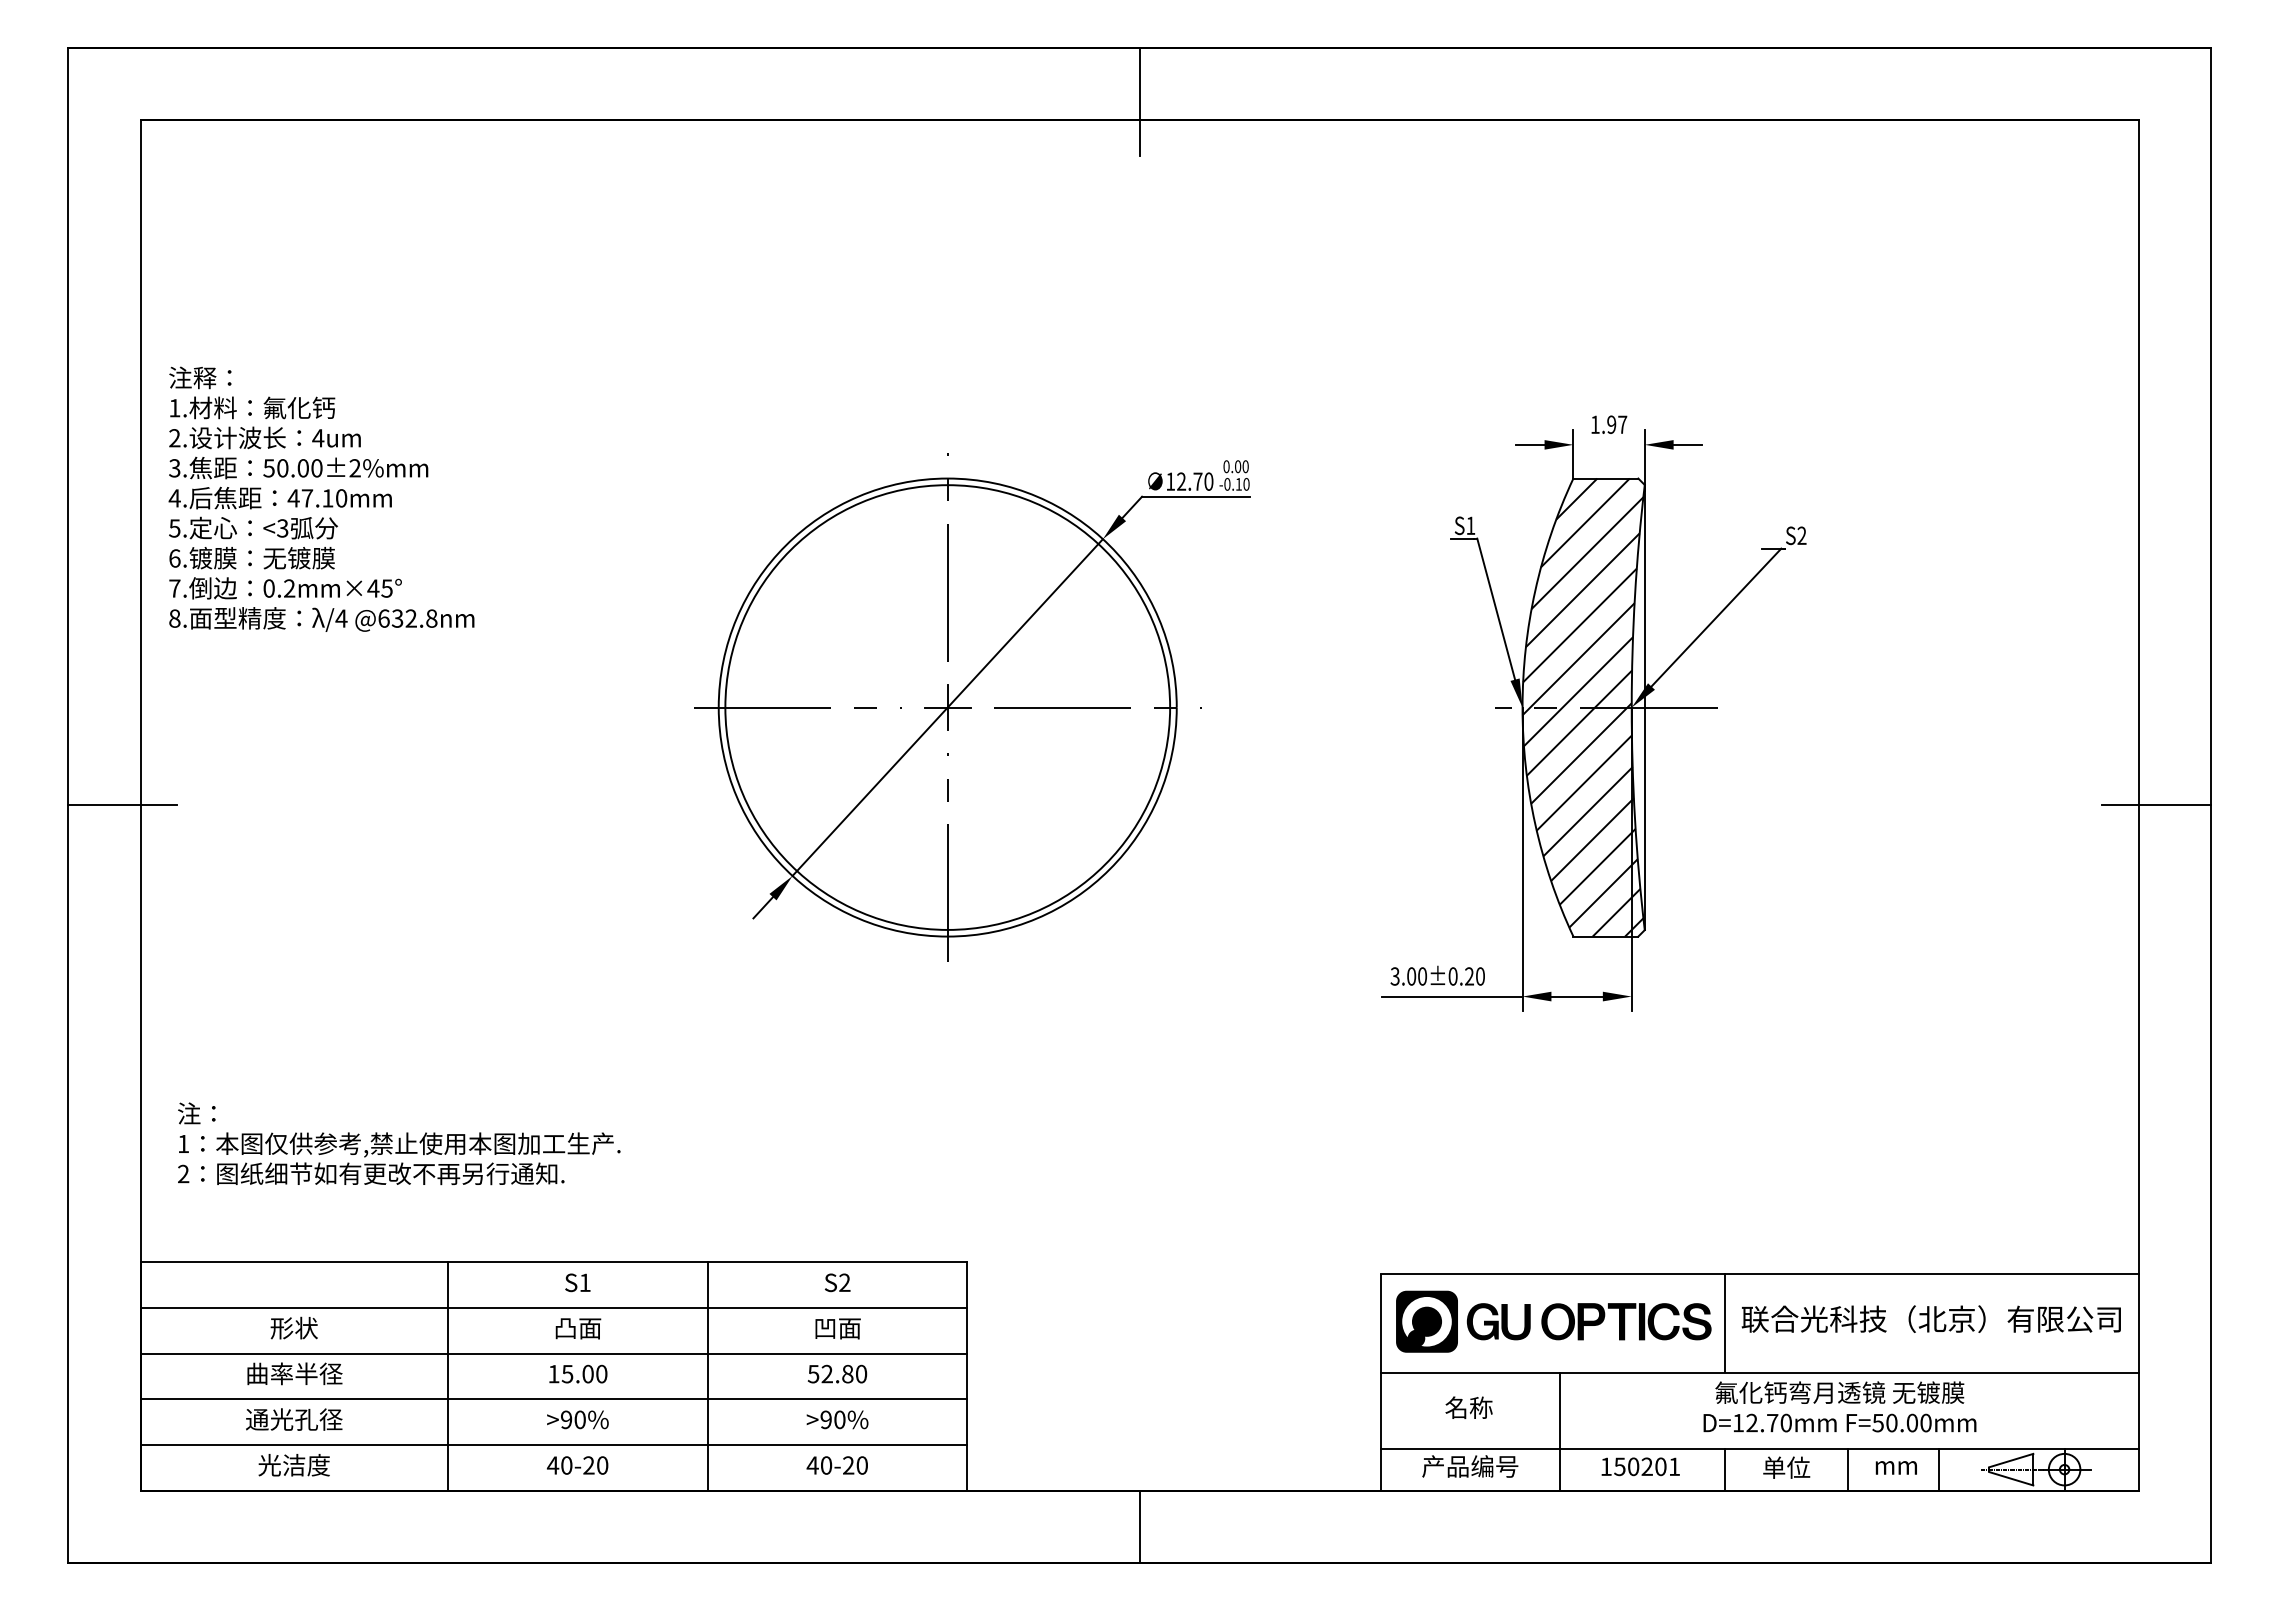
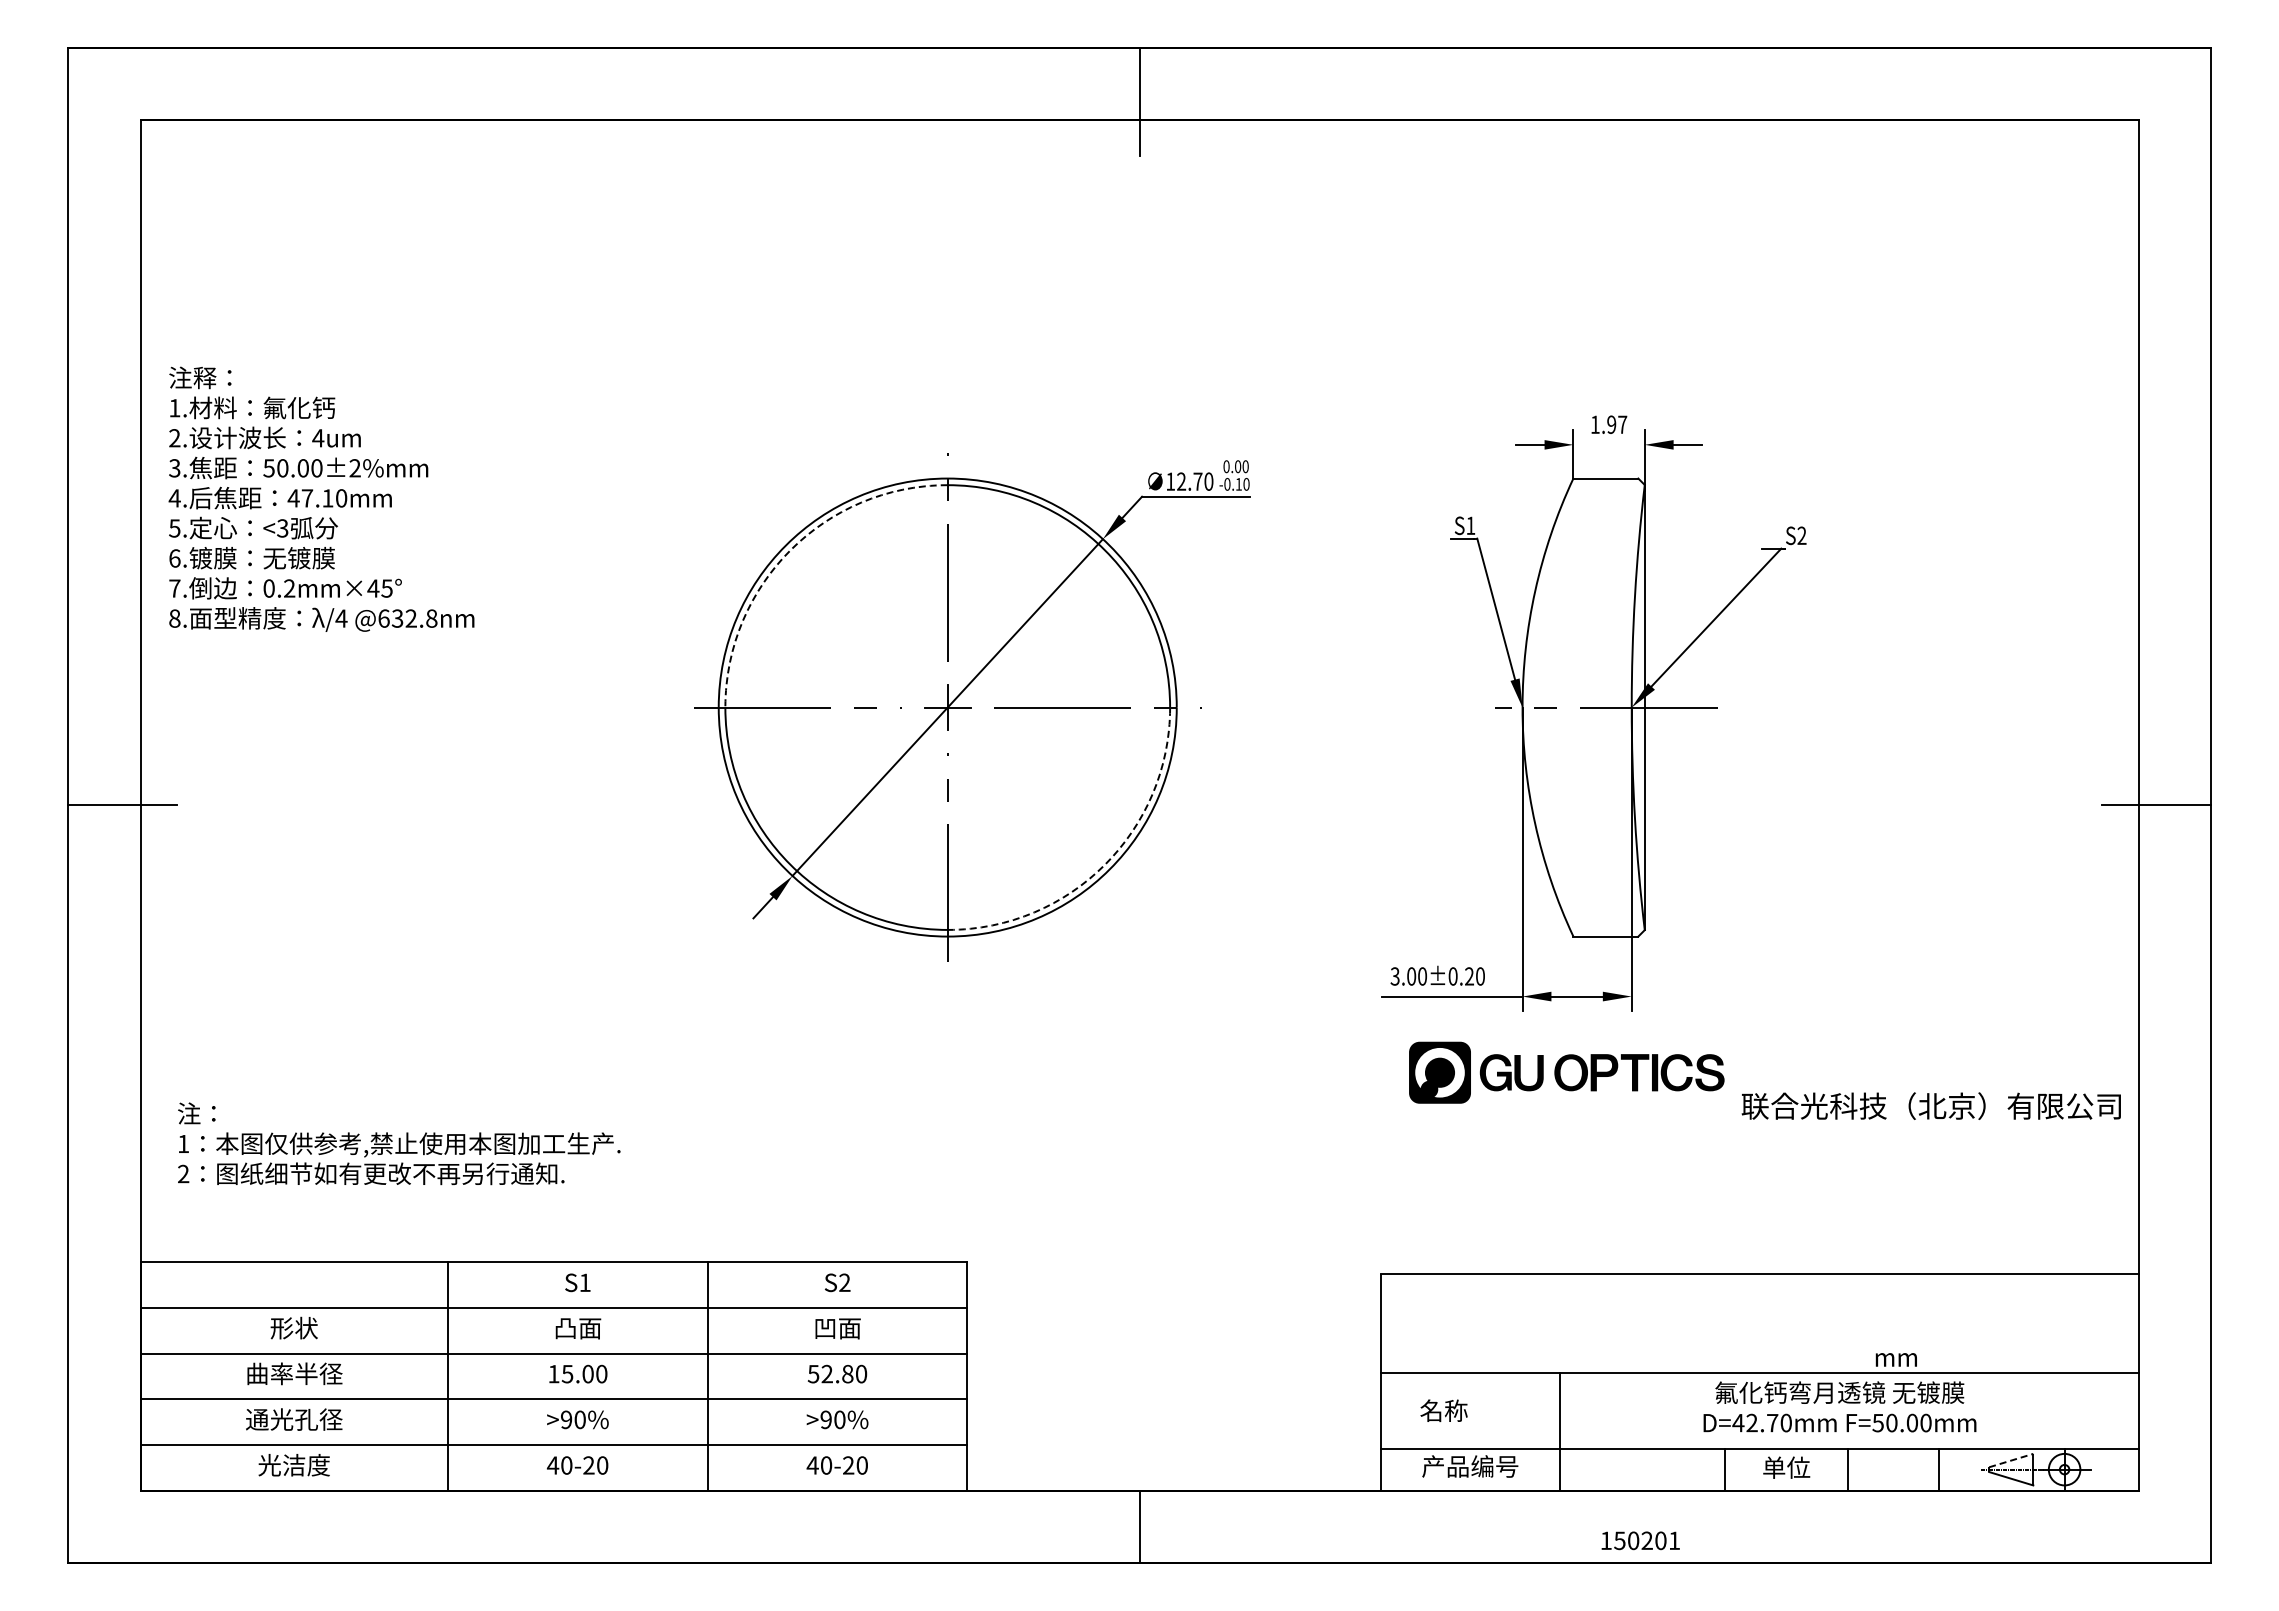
arc at (790, 550): solid -> dashed
hatch at (1583, 707): present -> none
arc at (1105, 864): solid -> dashed
text at (1930, 1318) position: (1930, 1318) -> (1930, 1105)
part at (1553, 1321) position: (1553, 1321) -> (1566, 1072)
line at (1724, 1323): present -> none
text at (1468, 1407) position: (1468, 1407) -> (1443, 1410)
text at (1738, 1423): D=12.70mm -> D=42.70mm
line at (2011, 1460): solid -> dashed
text at (1640, 1466) position: (1640, 1466) -> (1640, 1540)
text at (1895, 1467) position: (1895, 1467) -> (1895, 1359)
